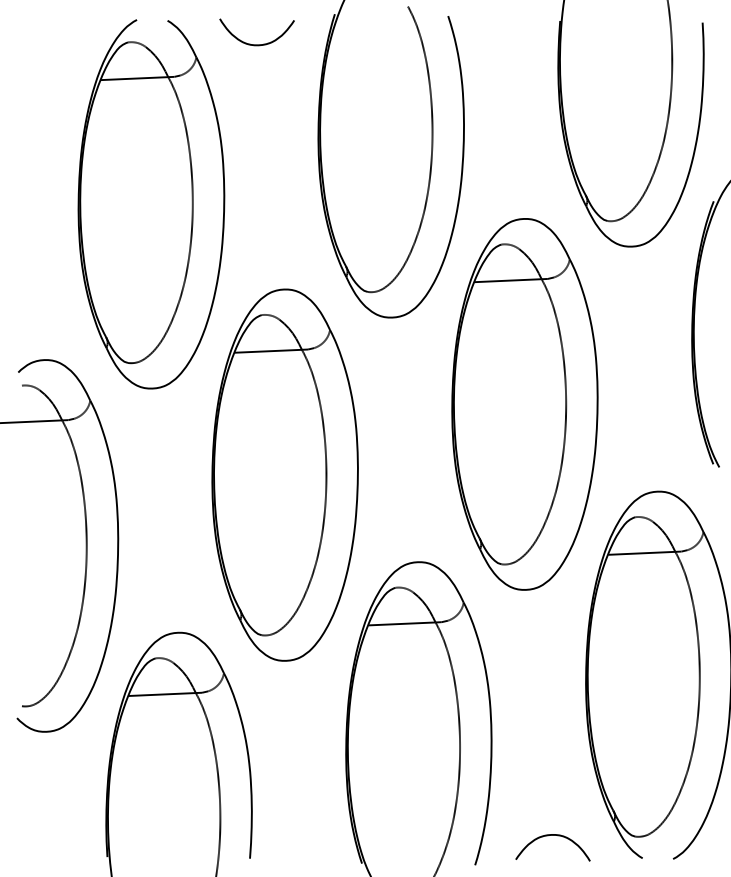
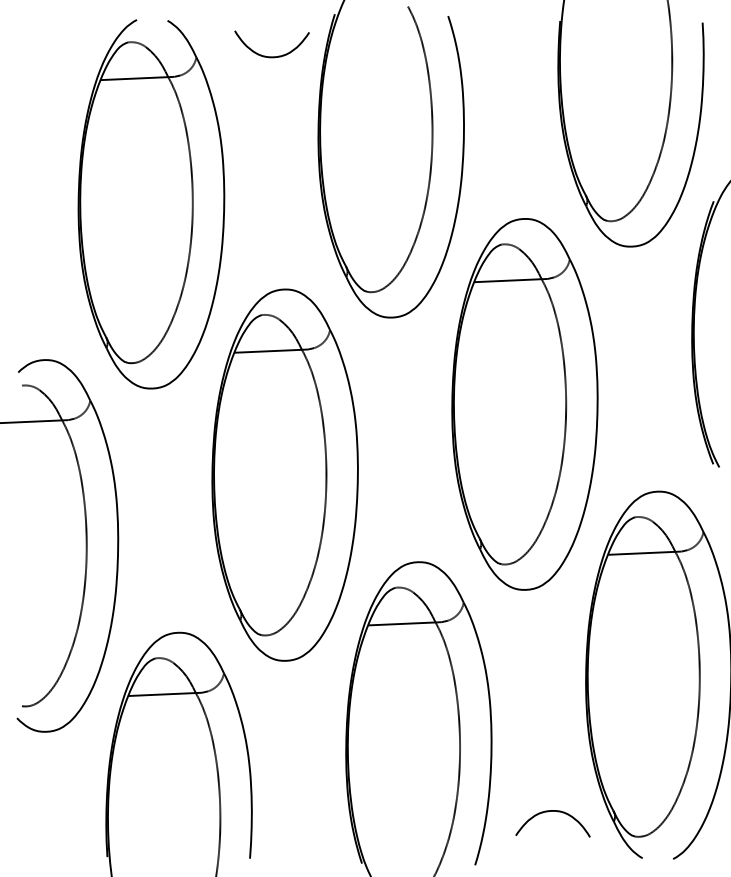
curve at (256, 44) position: (256, 44) -> (271, 56)
curve at (548, 836) position: (548, 836) -> (548, 812)
